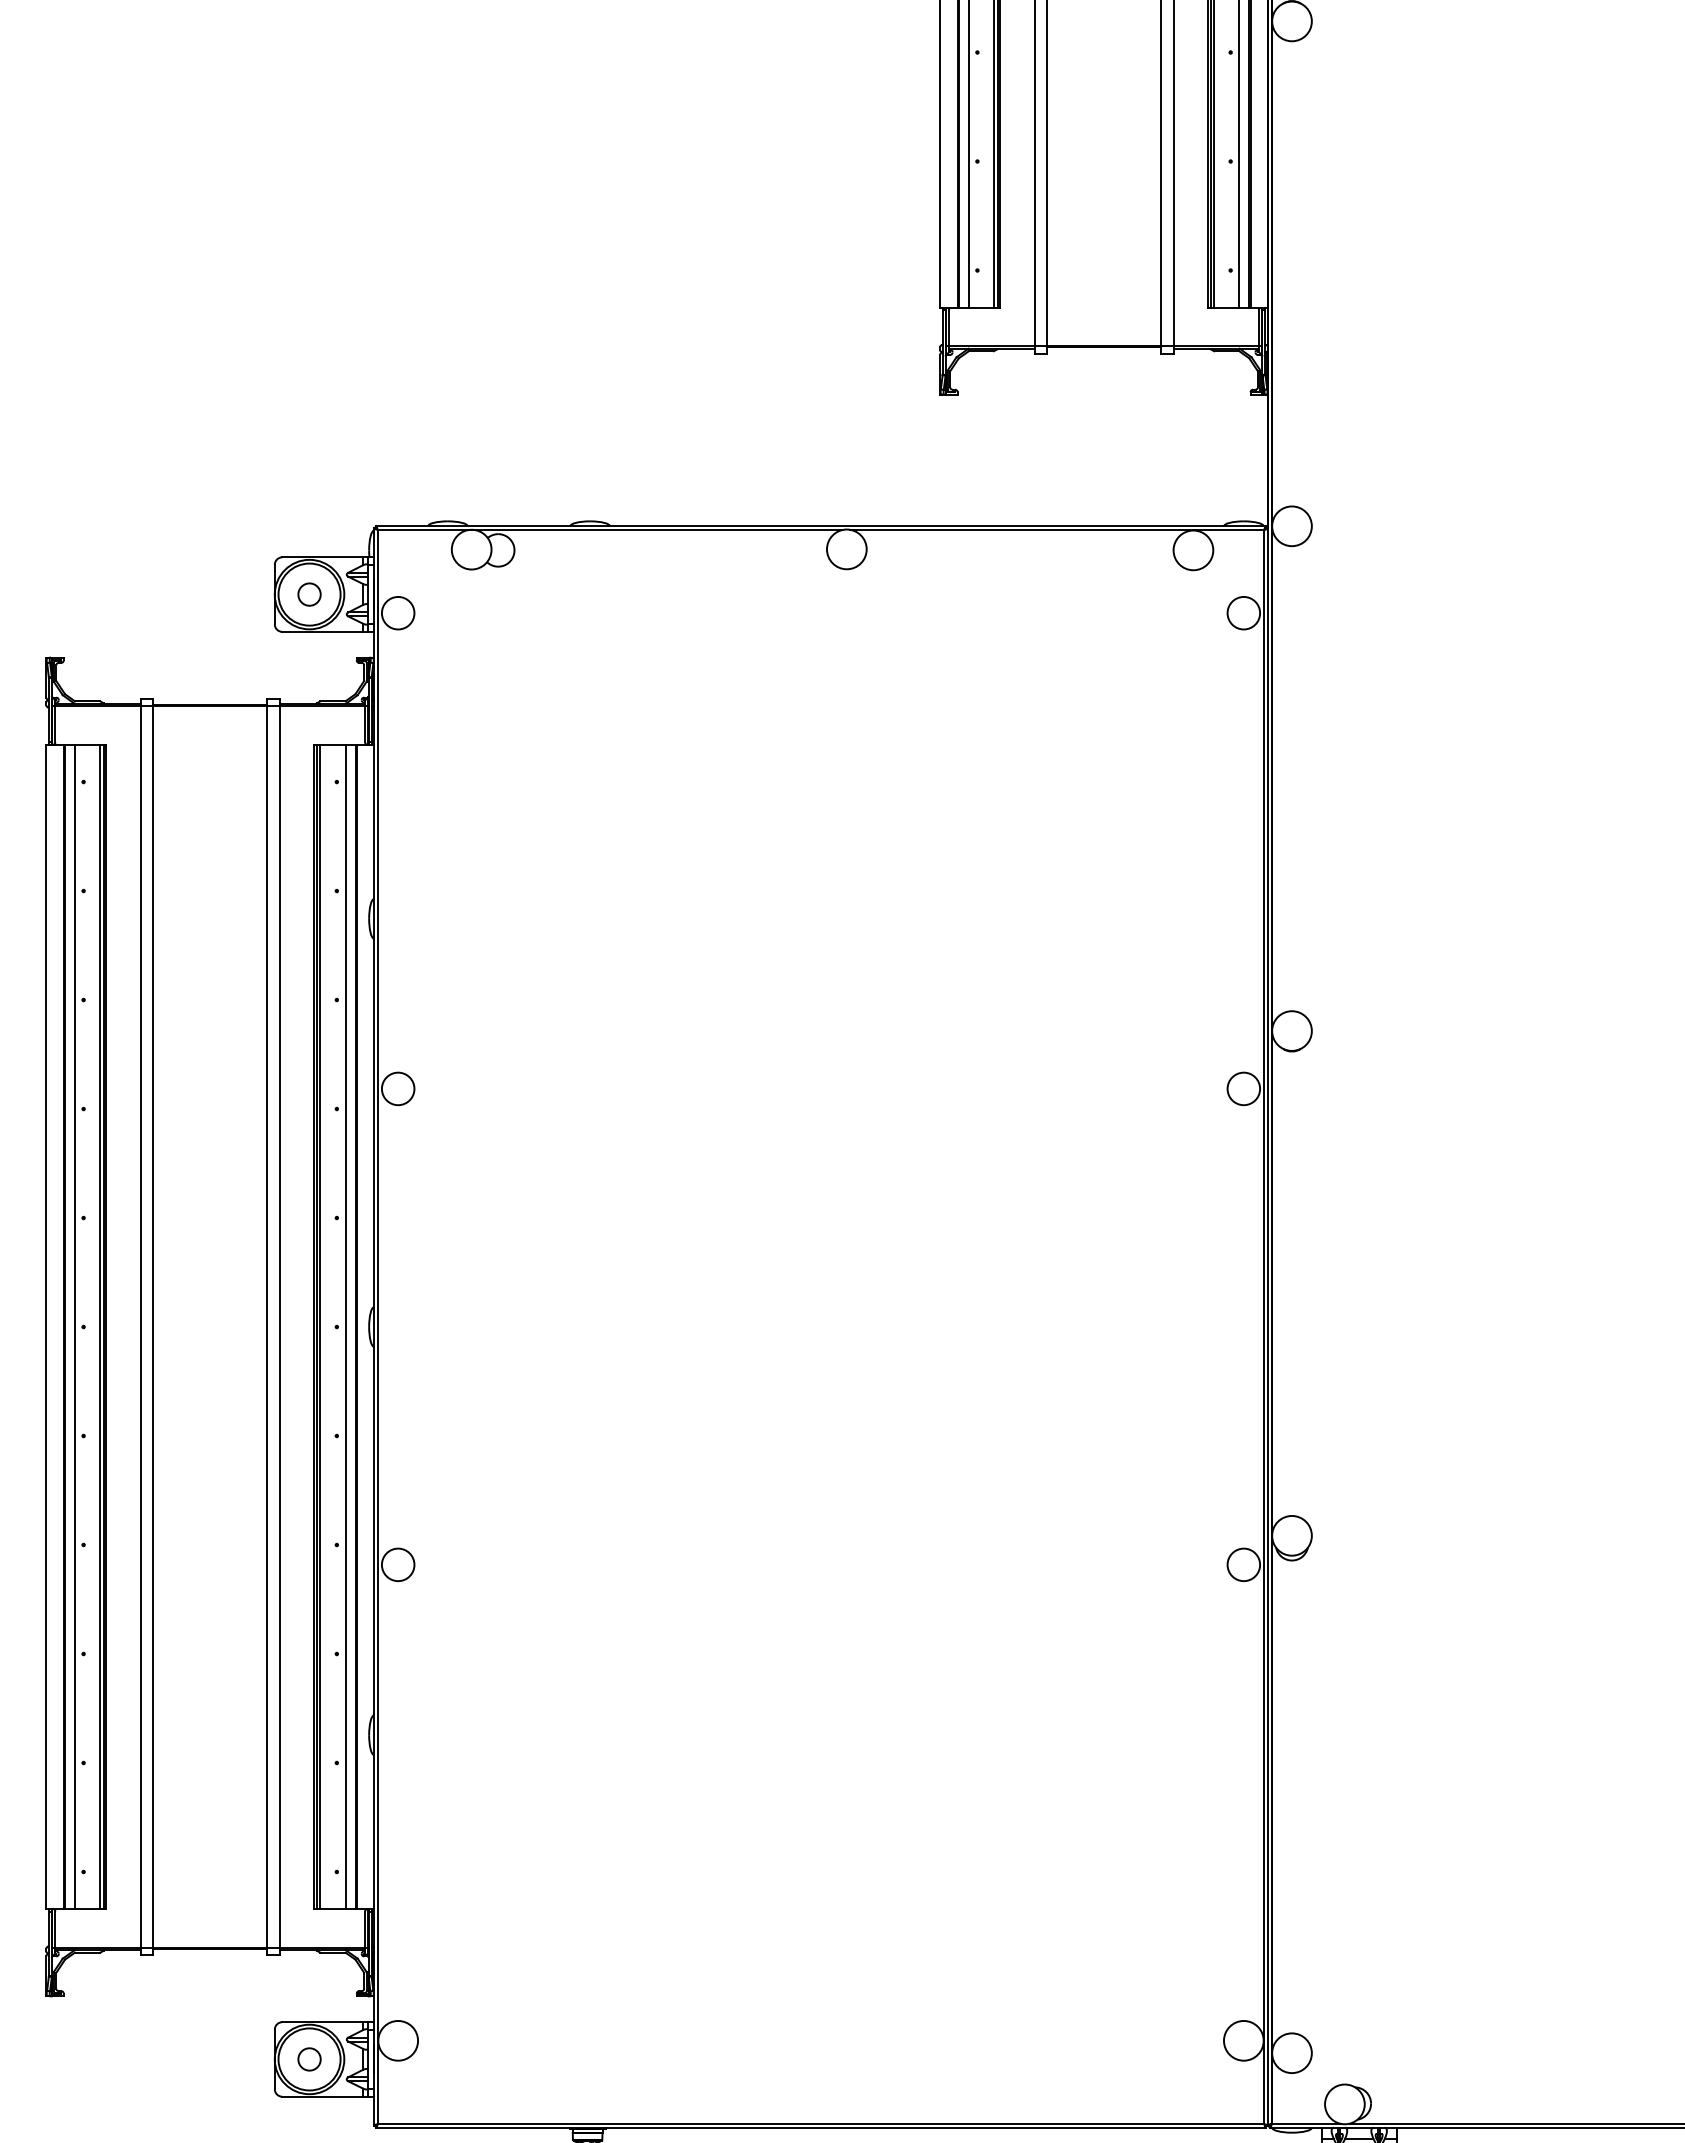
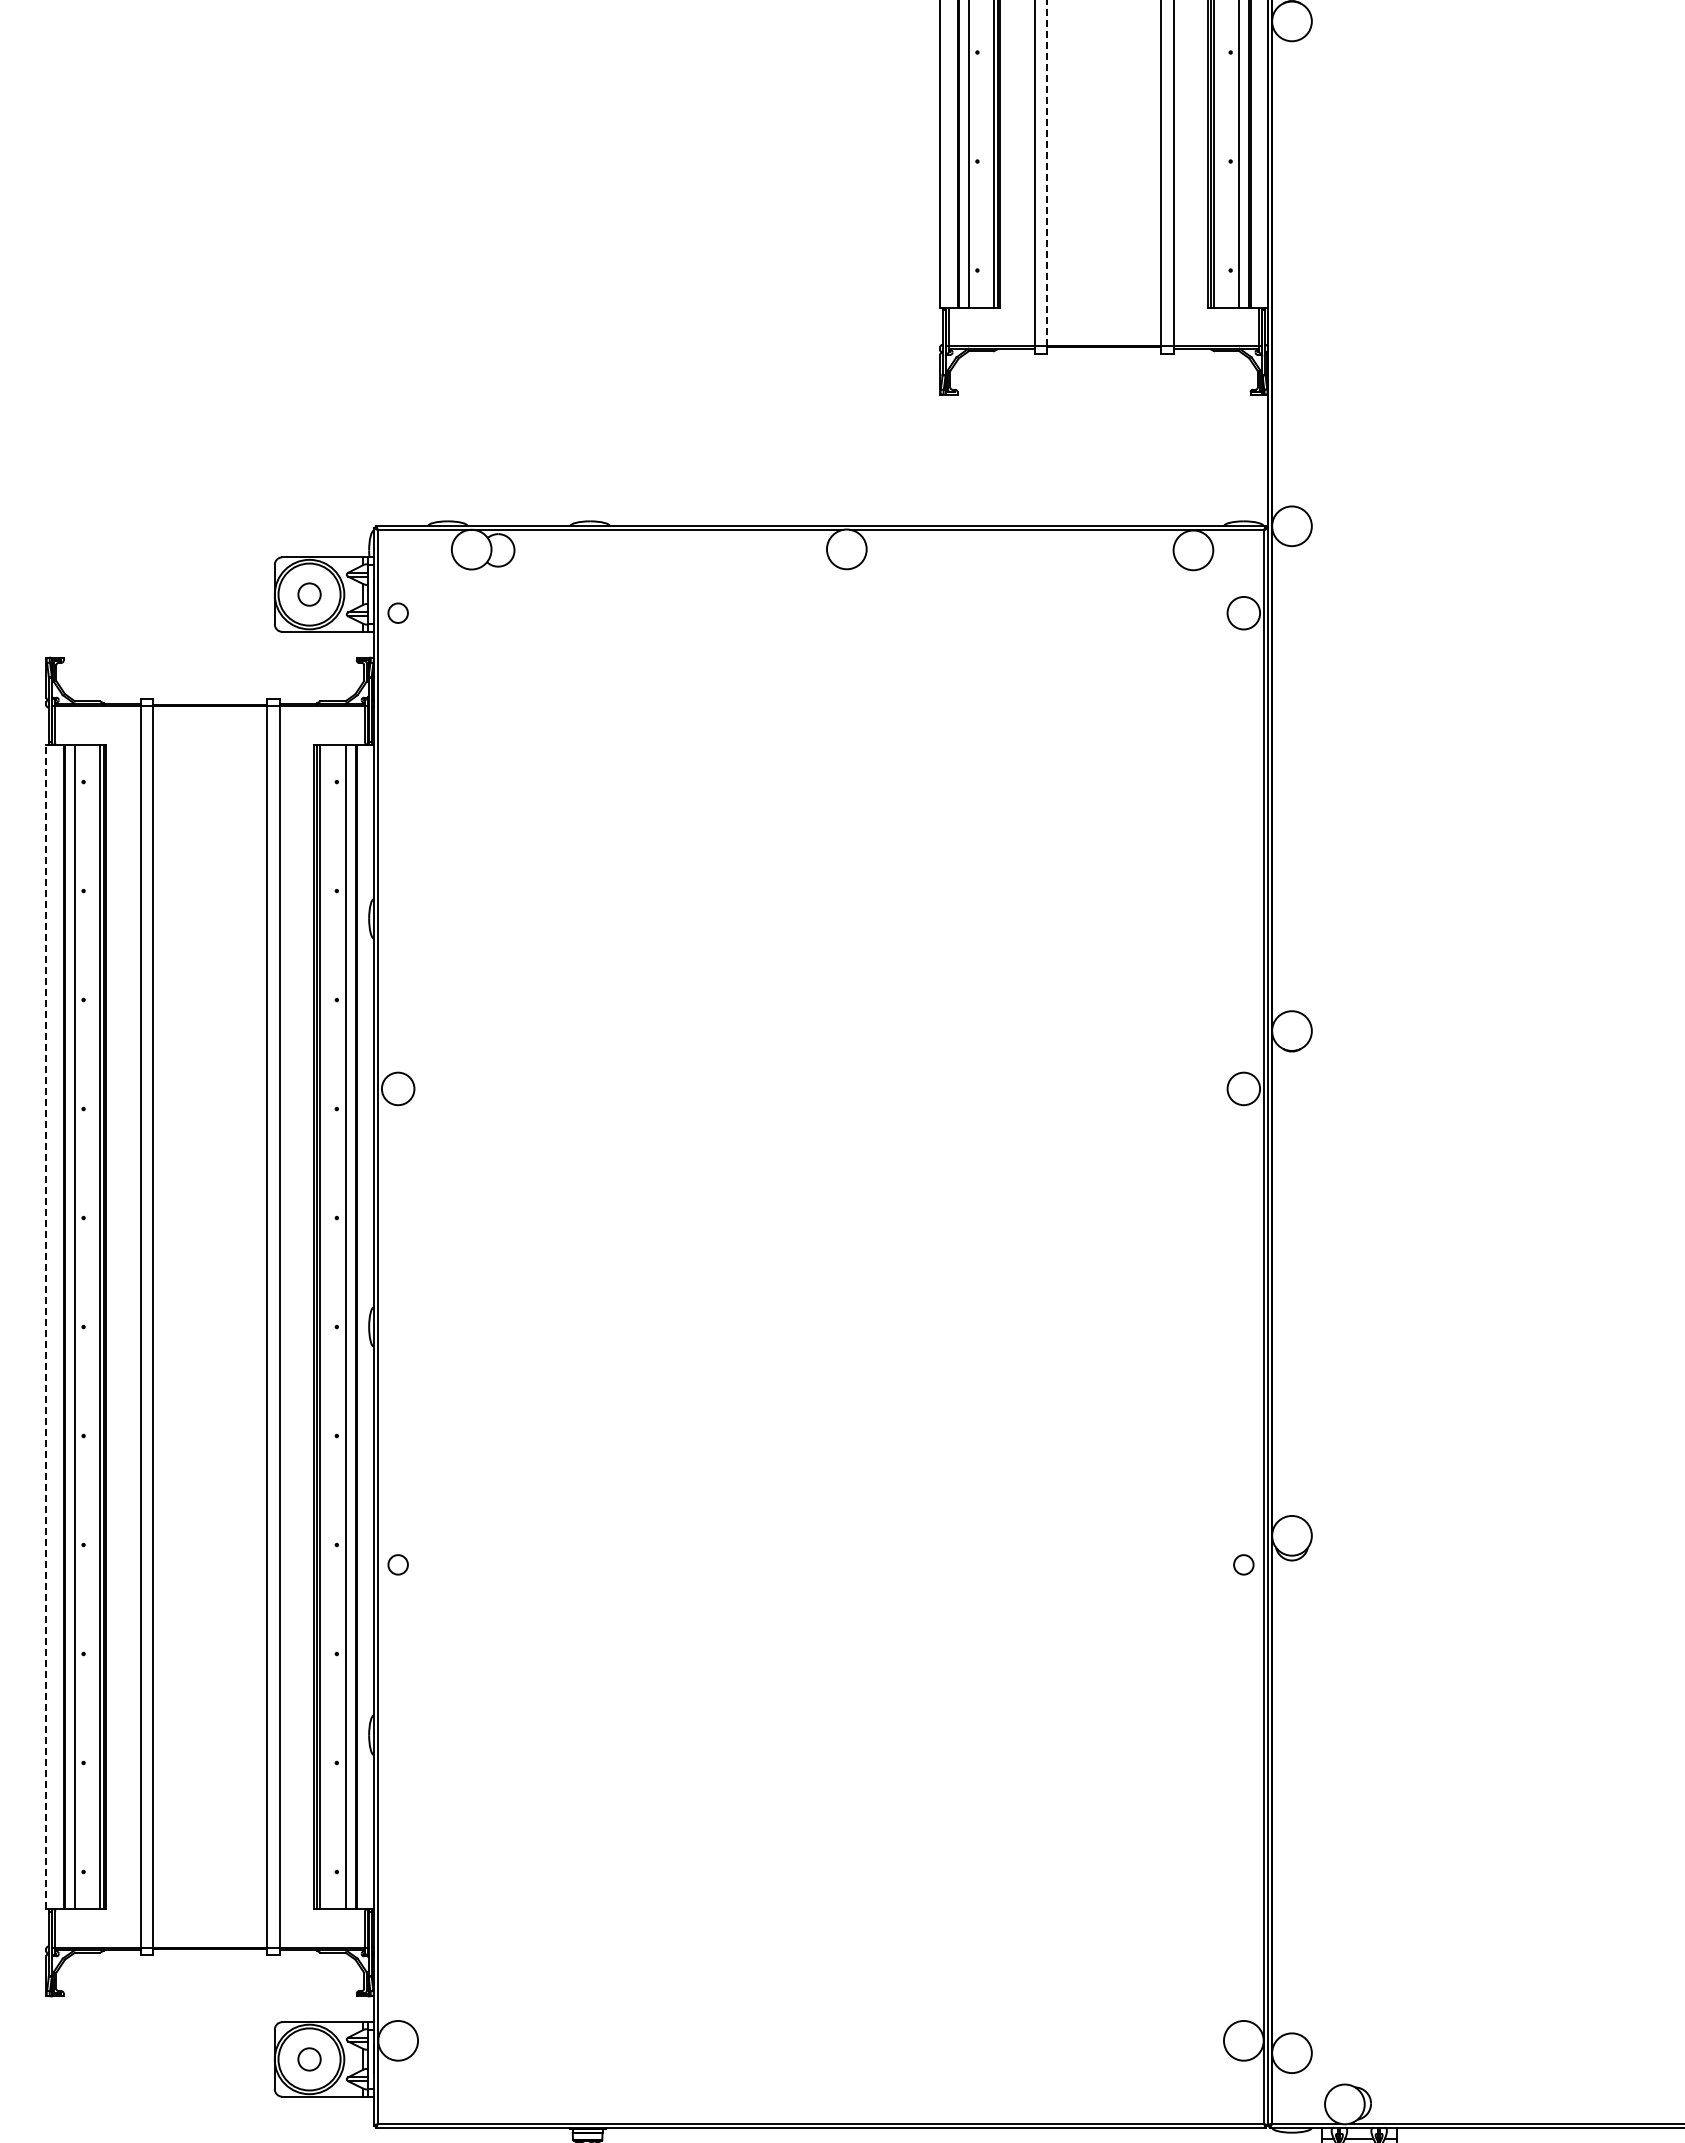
line at (1046, 173): solid -> dashed
circle at (397, 612) diameter: 33 px -> 20 px
line at (46, 1326): solid -> dashed
circle at (397, 1564) diameter: 33 px -> 20 px
circle at (1243, 1564) diameter: 33 px -> 20 px
